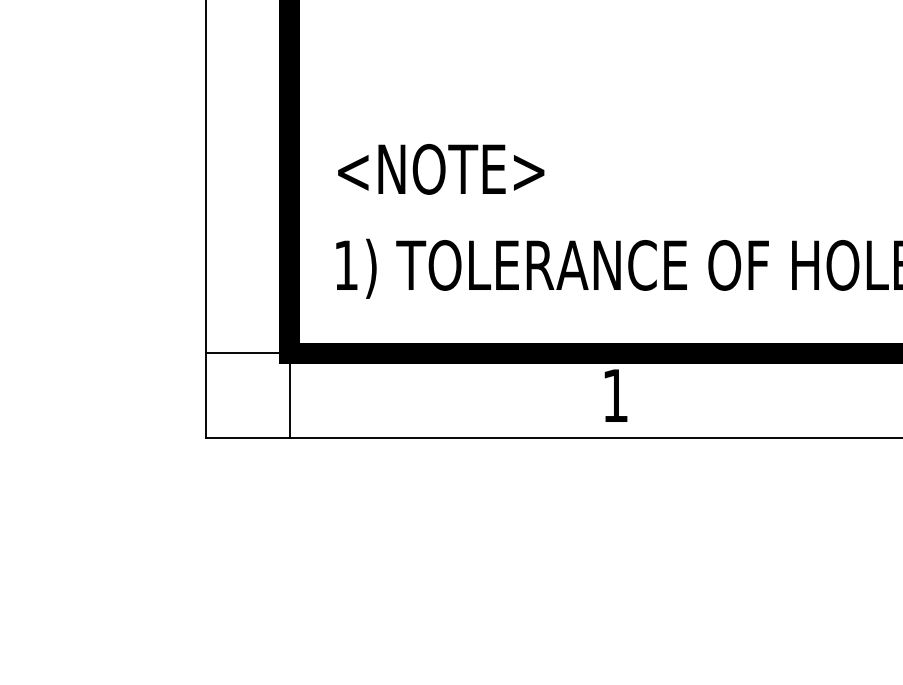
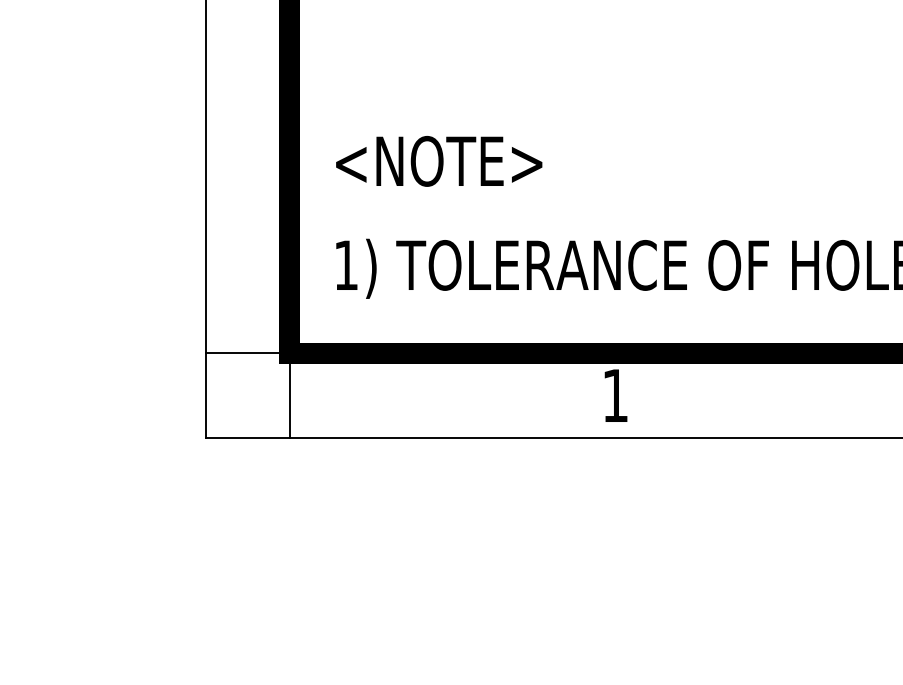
text at (441, 169) position: (441, 169) -> (439, 161)
